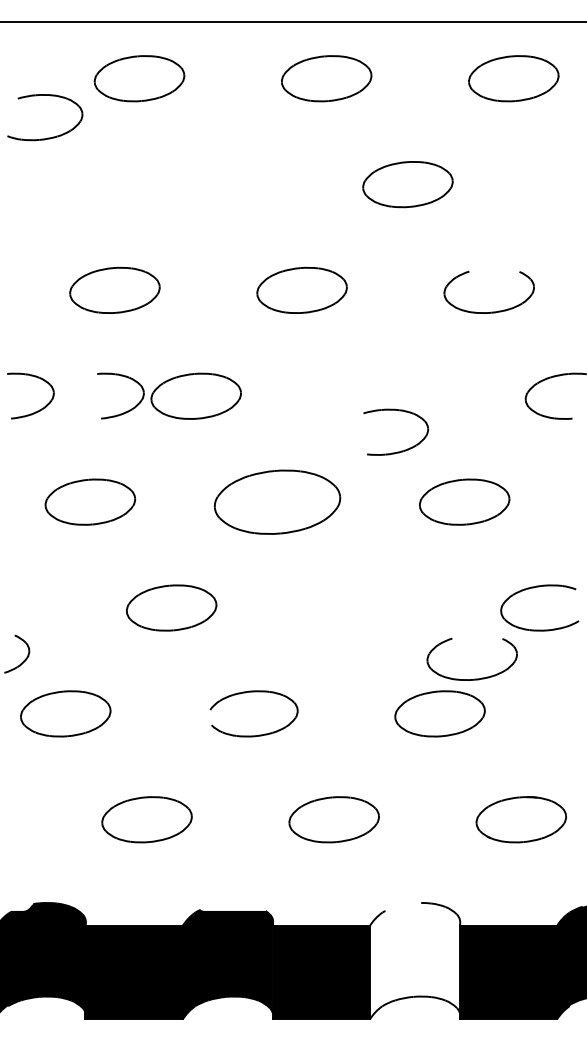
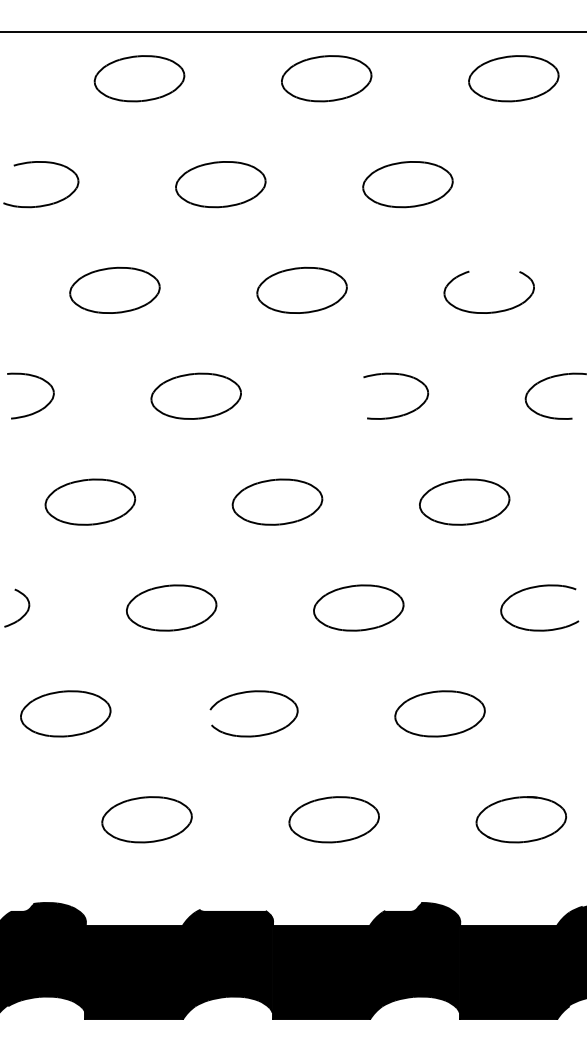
line at (292, 21) position: (292, 21) -> (292, 31)
part at (47, 137) position: (47, 137) -> (43, 204)
part at (220, 184): none -> present
part at (127, 410): present -> none
part at (401, 450) position: (401, 450) -> (401, 414)
part at (277, 501) size: 129x66 px -> 93x48 px
part at (358, 607): none -> present
part at (24, 659) position: (24, 659) -> (24, 613)
part at (473, 678): present -> none
fill at (414, 960): none -> present
